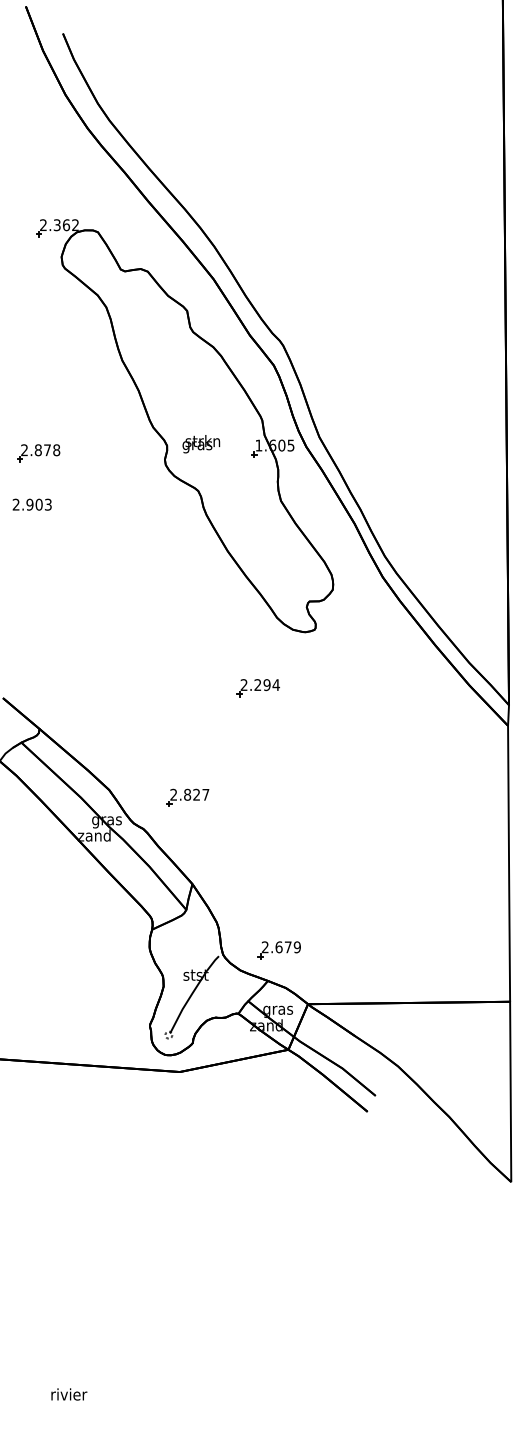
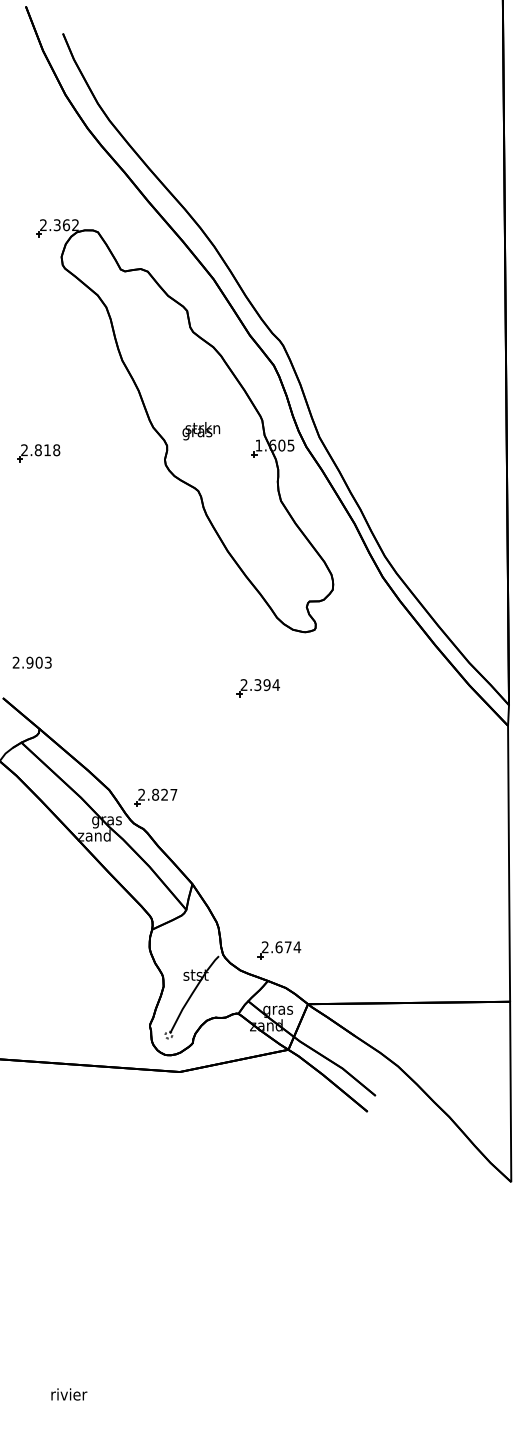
text at (201, 444) position: (201, 444) -> (201, 431)
text at (47, 450): 2.878 -> 2.818
text at (31, 504) position: (31, 504) -> (31, 662)
text at (257, 685): 2.294 -> 2.394
part at (187, 797) position: (187, 797) -> (155, 797)
text at (297, 947): 2.679 -> 2.674
